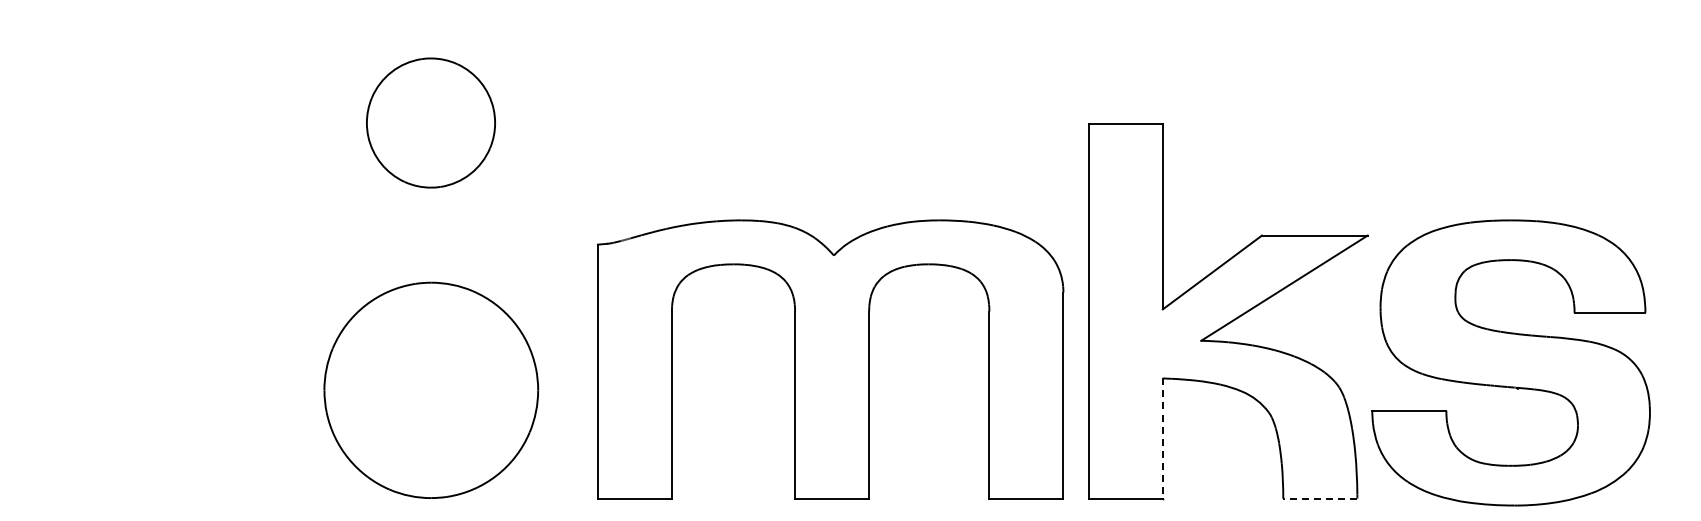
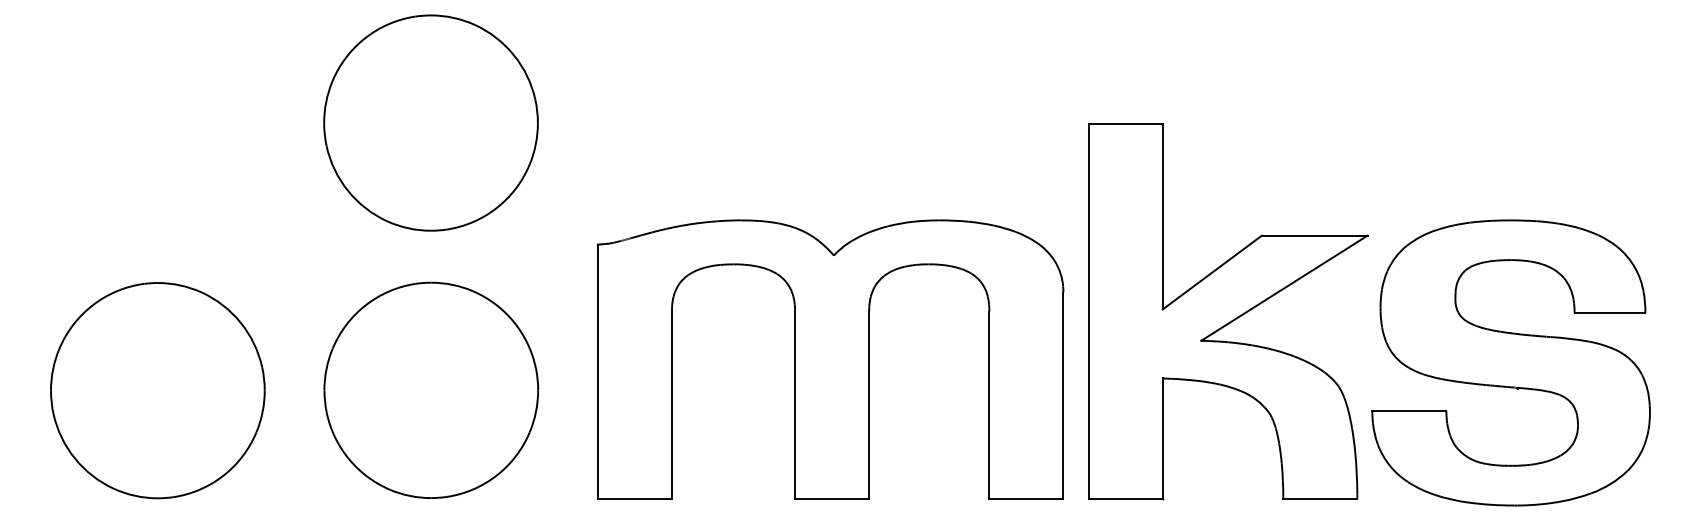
part at (430, 122) size: 130x132 px -> 216x218 px
part at (157, 390): none -> present
line at (1162, 439): dashed -> solid
line at (1319, 498): dashed -> solid
